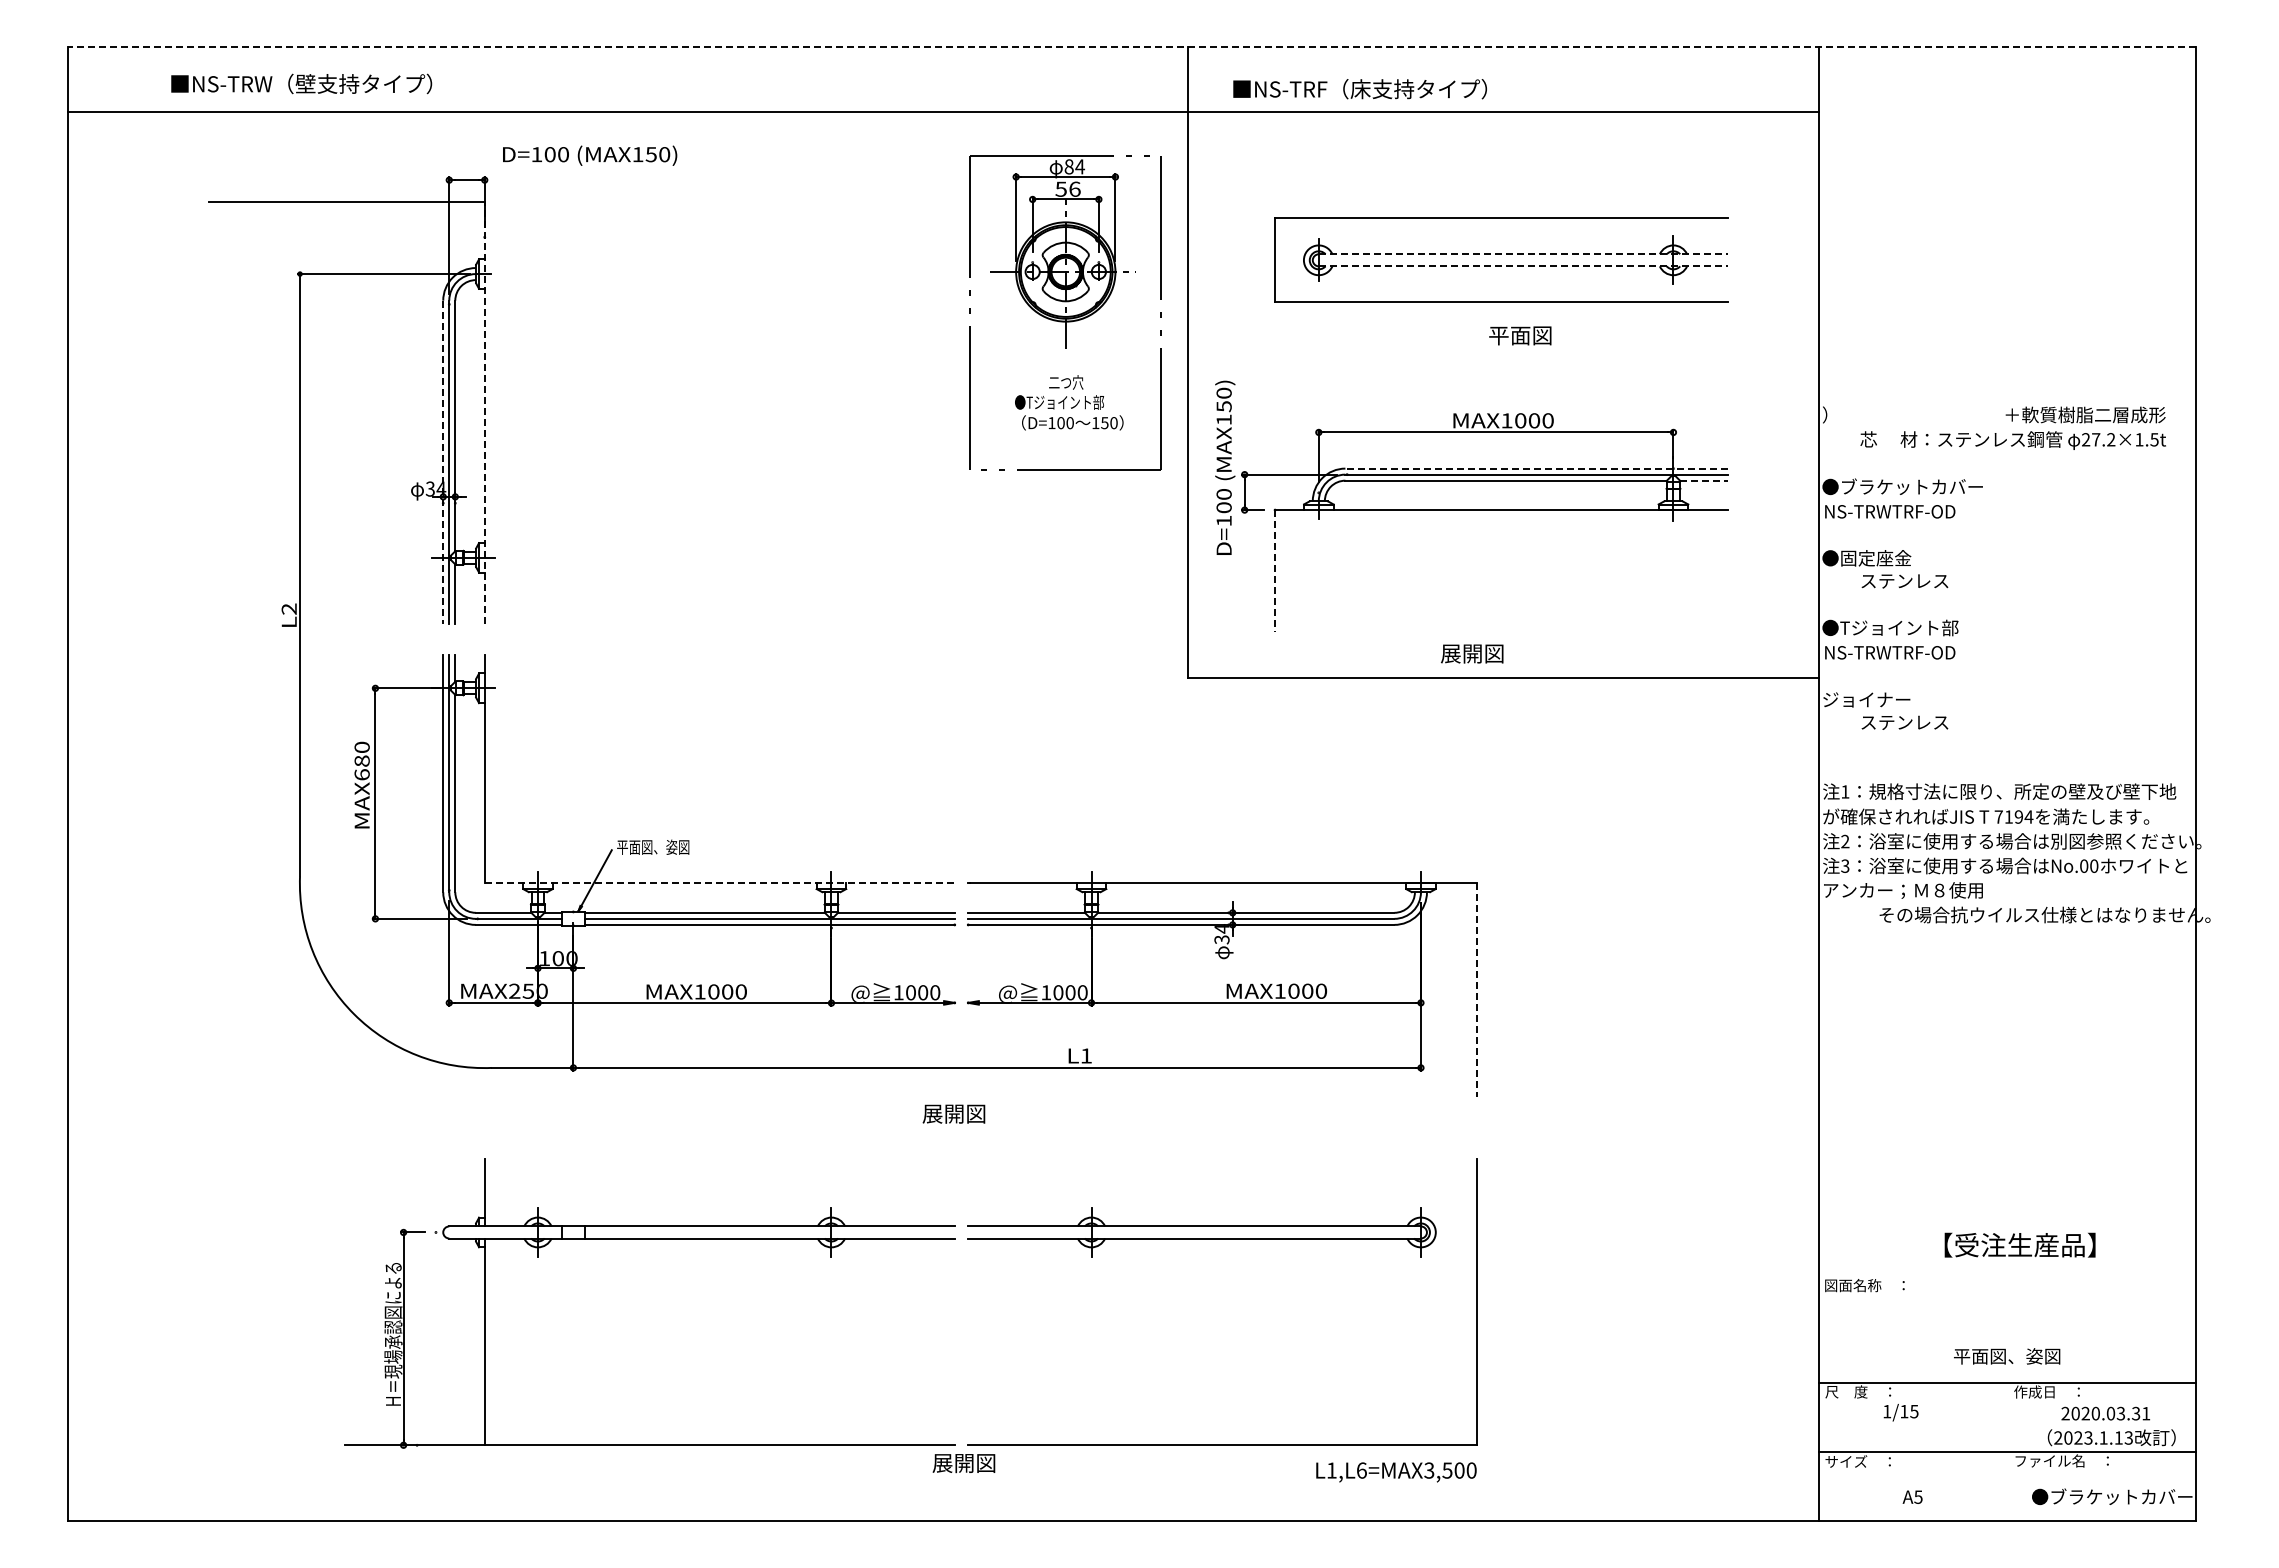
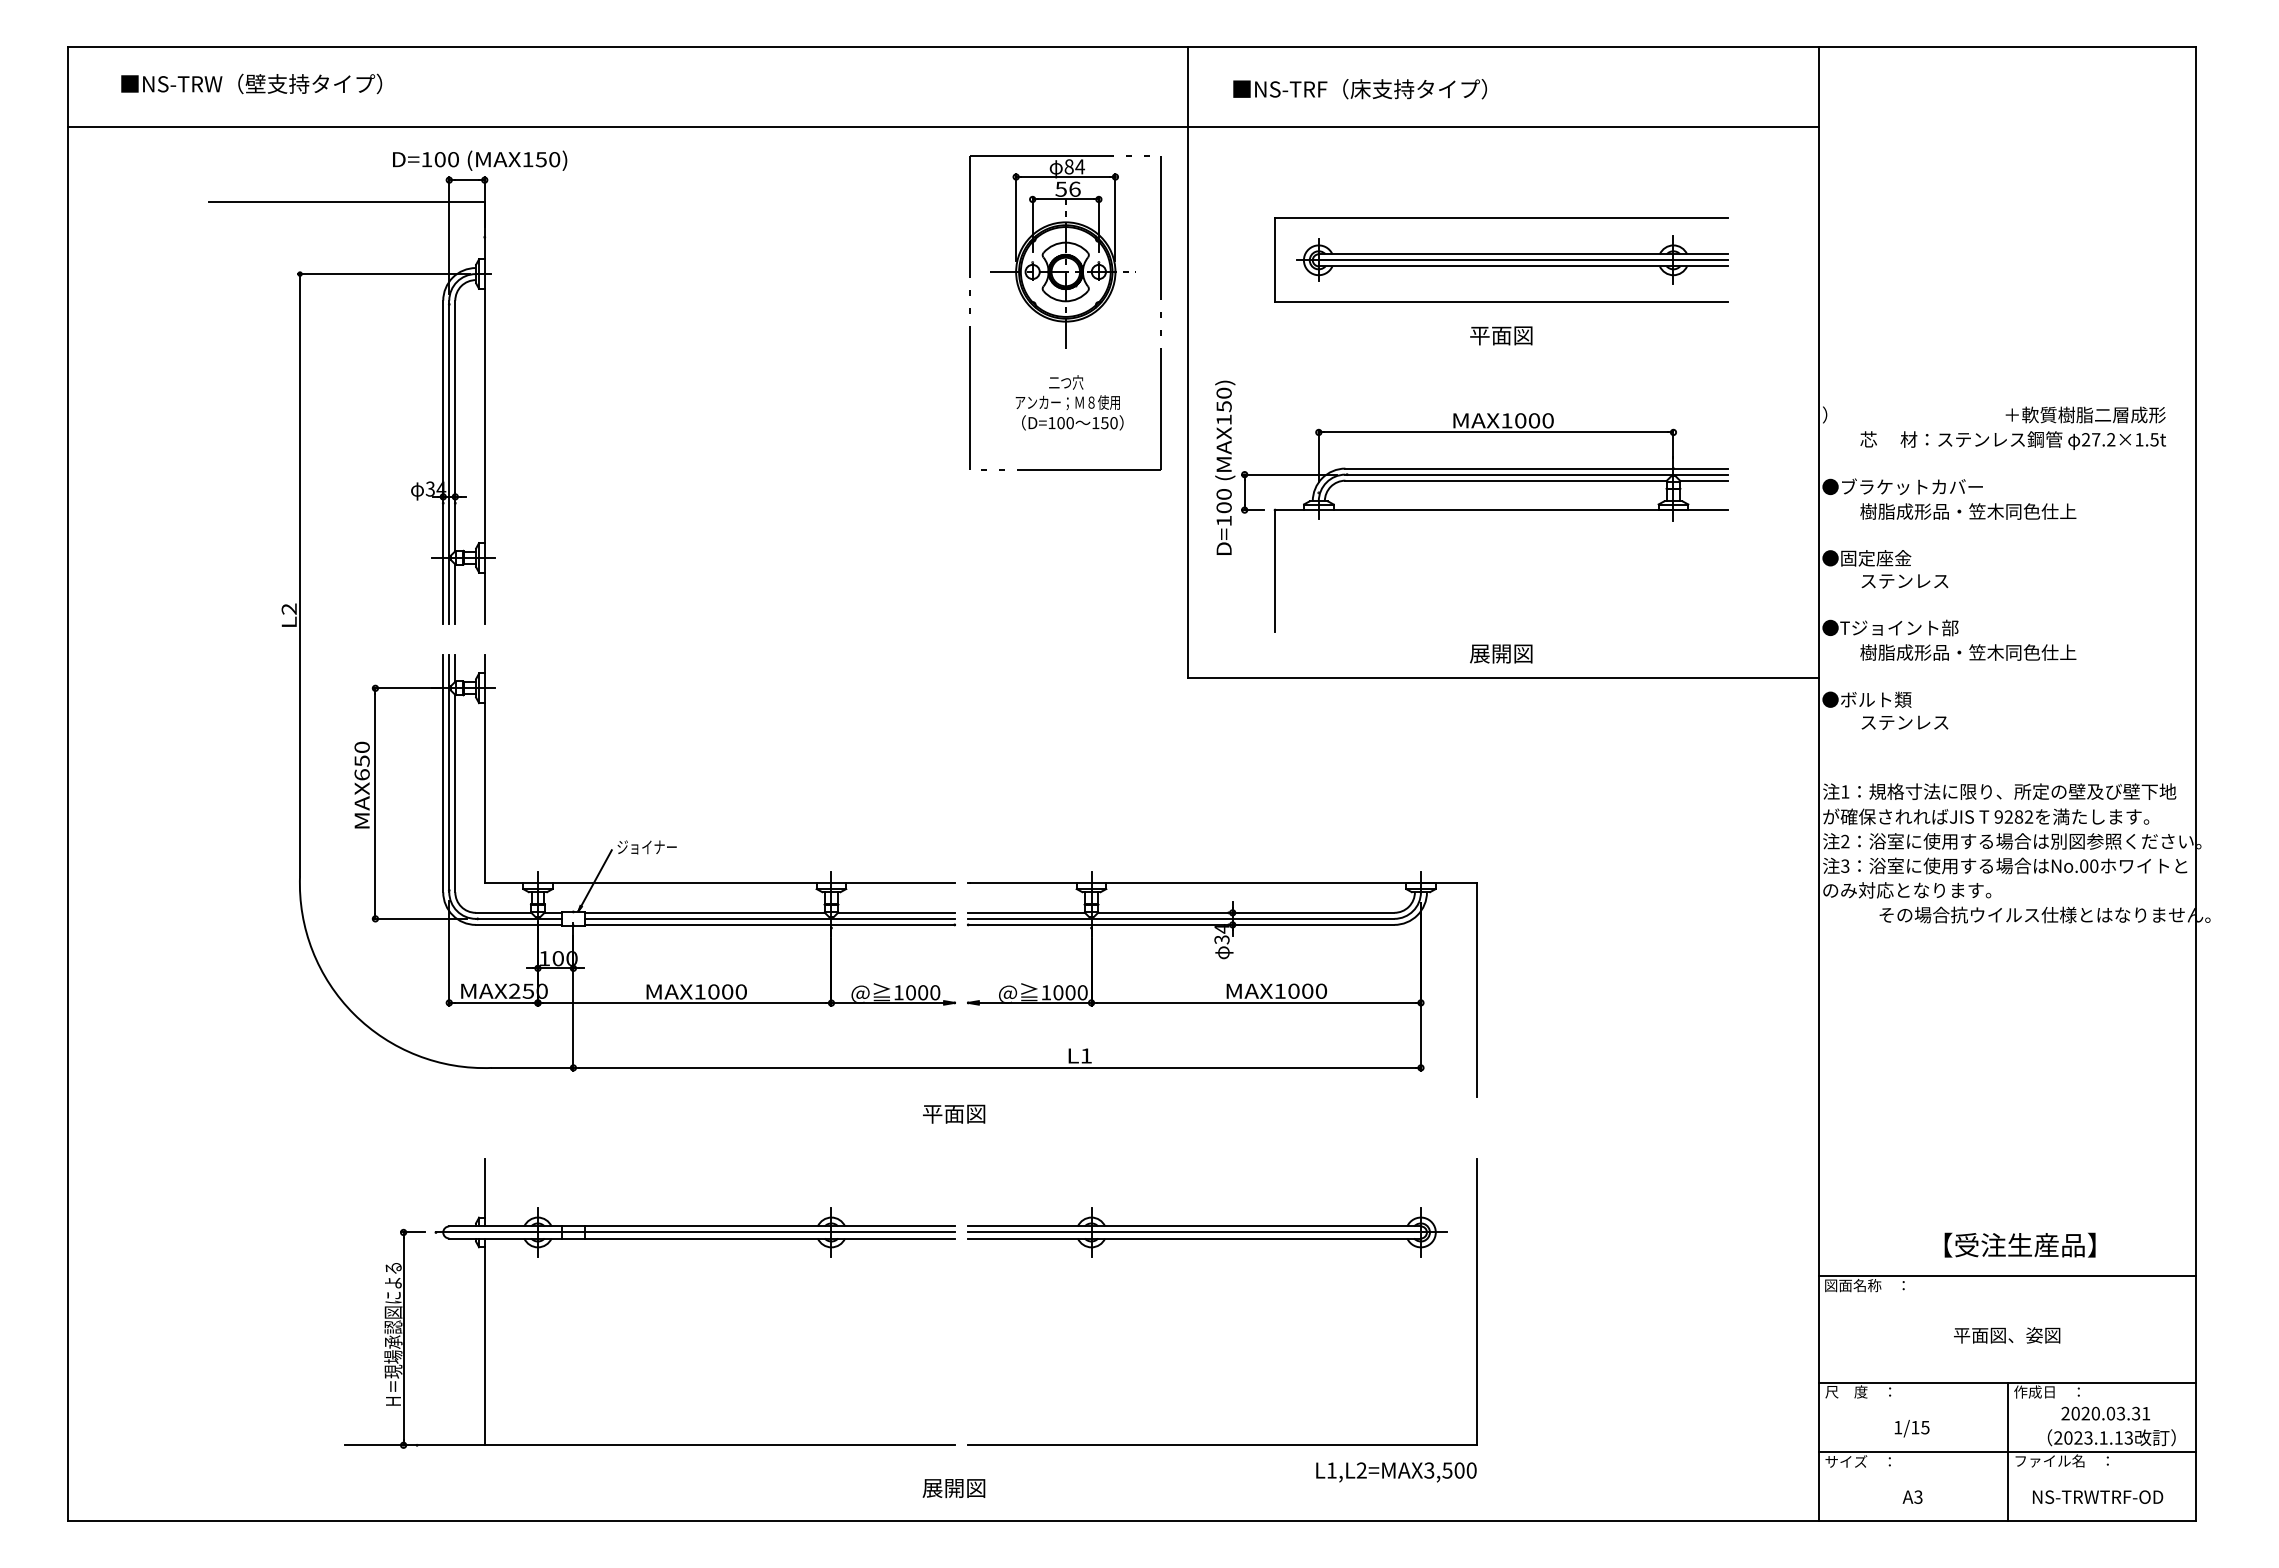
line at (1131, 47): dashed -> solid
text at (301, 83) position: (301, 83) -> (251, 83)
line at (943, 111) position: (943, 111) -> (943, 126)
text at (590, 155) position: (590, 155) -> (480, 160)
line at (1523, 254): dashed -> solid
line at (1512, 260): none -> present
line at (1523, 266): dashed -> solid
text at (1520, 335) position: (1520, 335) -> (1501, 335)
text at (1067, 402): ●Tジョイント部 -> アンカー；Ｍ８使用
line at (484, 412): dashed -> solid
line at (443, 462): dashed -> solid
line at (1536, 468): dashed -> solid
line at (1704, 480): dashed -> solid
text at (1950, 511): NS-TRWTRF-OD -> 樹脂成形品・笠木同色仕上
line at (1275, 571): dashed -> solid
text at (1950, 652): NS-TRWTRF-OD -> 樹脂成形品・笠木同色仕上
text at (1472, 653) position: (1472, 653) -> (1501, 653)
text at (1866, 699): ジョイナー -> ●ボルト類
text at (361, 760): MAX680 -> MAX650
text at (2013, 816): 7194 -> 9282
text at (653, 846): 平面図、姿図 -> ジョイナー
line at (719, 883): dashed -> solid
text at (1907, 890): アンカー；Ｍ８使用 -> のみ対応となります。
line at (1476, 990): dashed -> solid
text at (943, 1113): 展開図 -> 平面図
line at (694, 1232): none -> present
line at (1207, 1232): none -> present
line at (2007, 1276): none -> present
text at (2007, 1356) position: (2007, 1356) -> (2007, 1335)
text at (1900, 1412) position: (1900, 1412) -> (1911, 1428)
line at (2007, 1451): none -> present
text at (963, 1463) position: (963, 1463) -> (953, 1488)
text at (1361, 1470): L1,L6=MAX3,500 -> L1,L2=MAX3,500
text at (1918, 1496): A5 -> A3
text at (2112, 1496): ●ブラケットカバー -> NS-TRWTRF-OD
